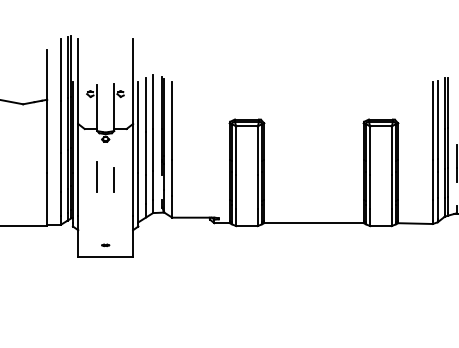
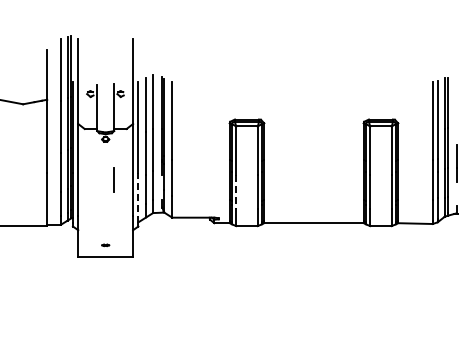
line at (96, 176): present -> none
line at (236, 192): solid -> dashed
line at (138, 197): solid -> dashed
